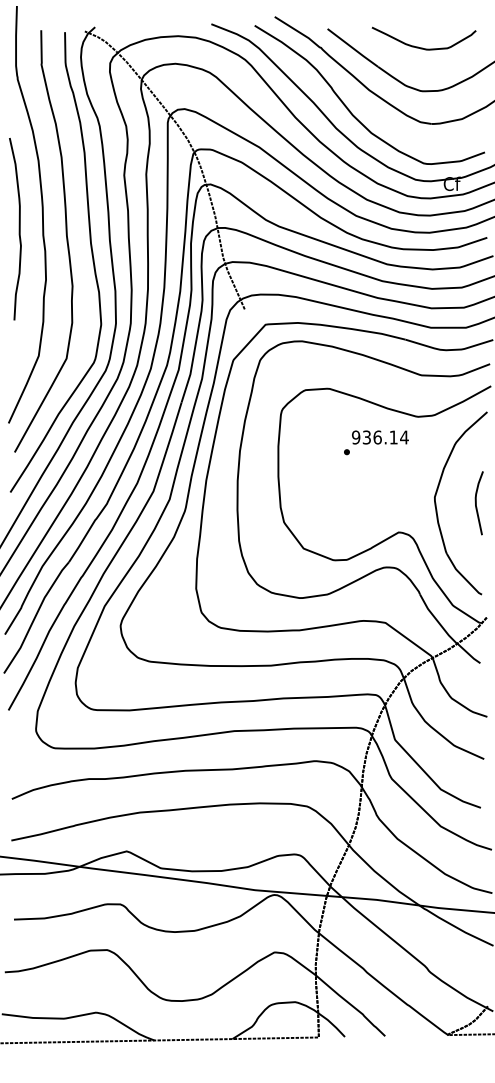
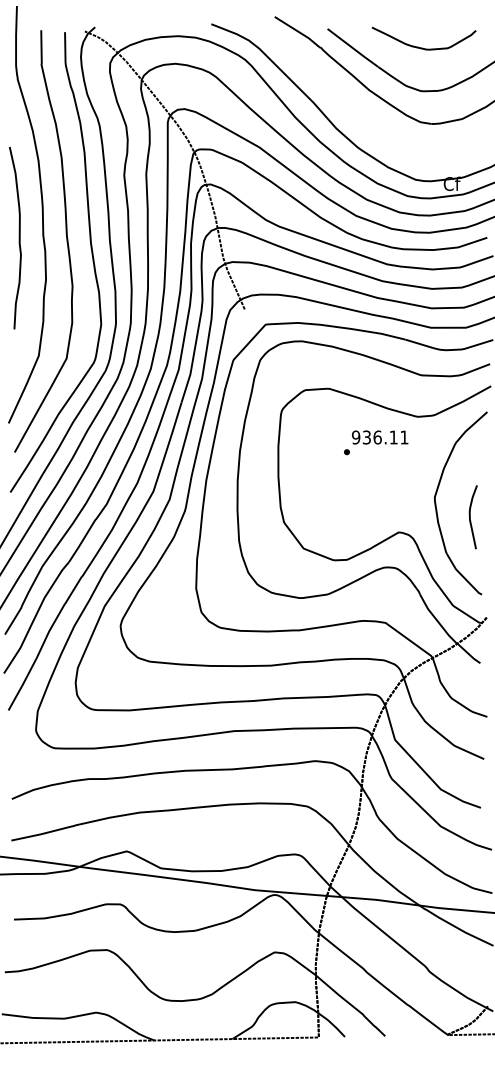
curve at (351, 111): present -> none
curve at (18, 229) position: (18, 229) -> (18, 238)
text at (404, 437): 936.14 -> 936.11
curve at (476, 503) position: (476, 503) -> (470, 517)
